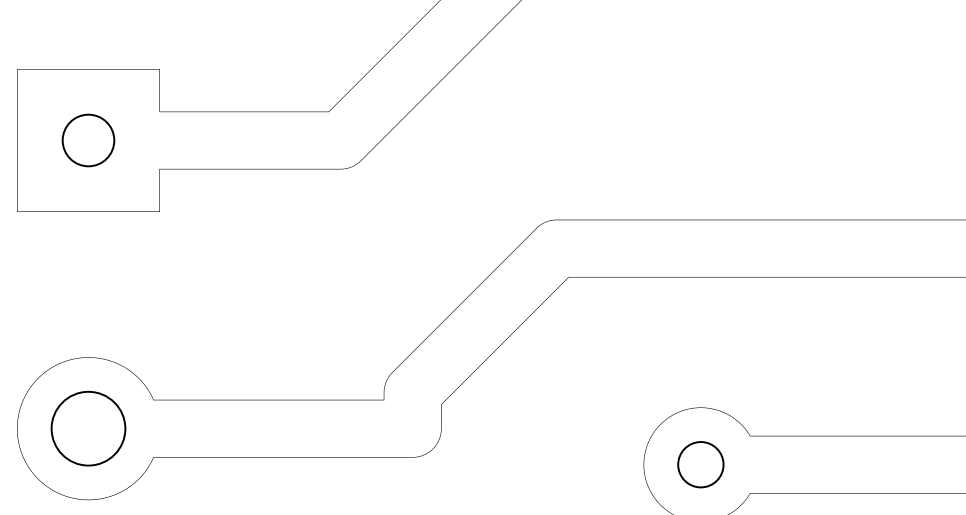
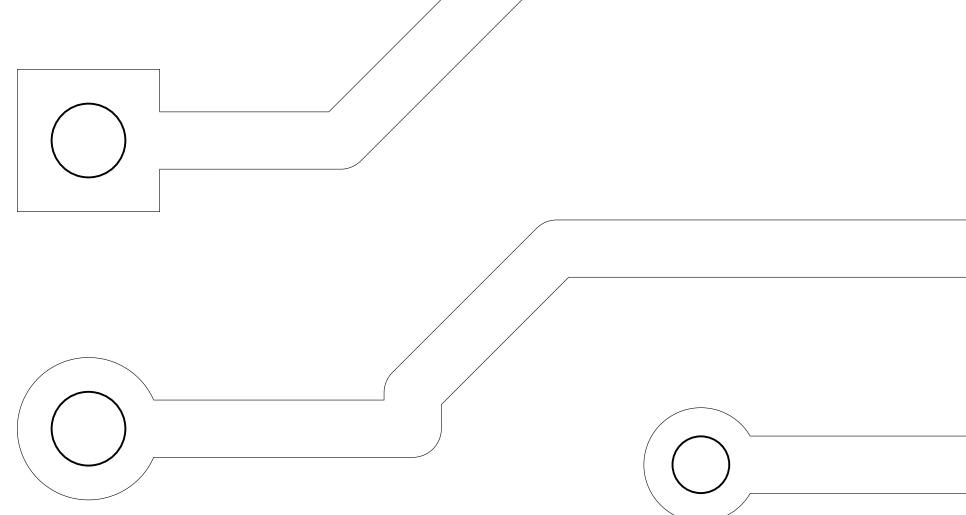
circle at (88, 140) size: 55x55 px -> 77x77 px
circle at (700, 464) diameter: 45 px -> 57 px
